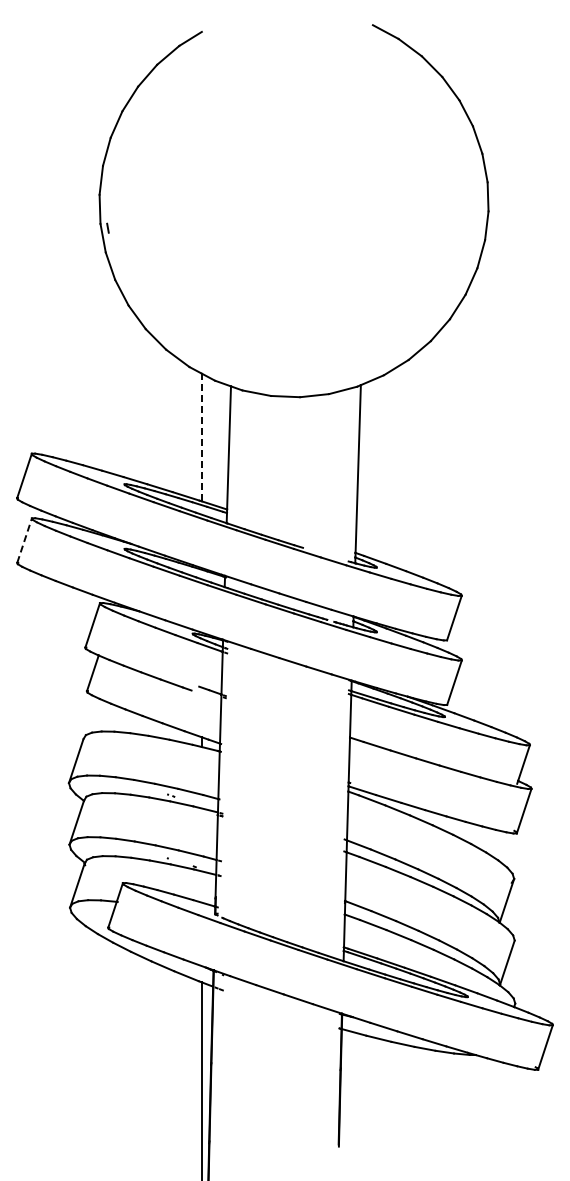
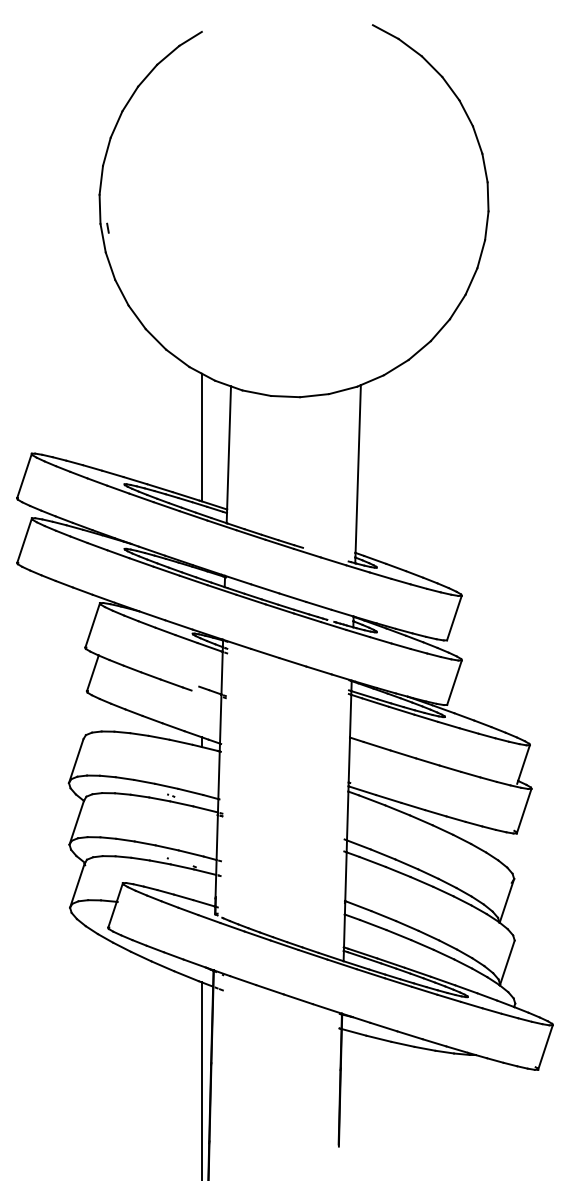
line at (201, 437): dashed -> solid
line at (24, 540): dashed -> solid
